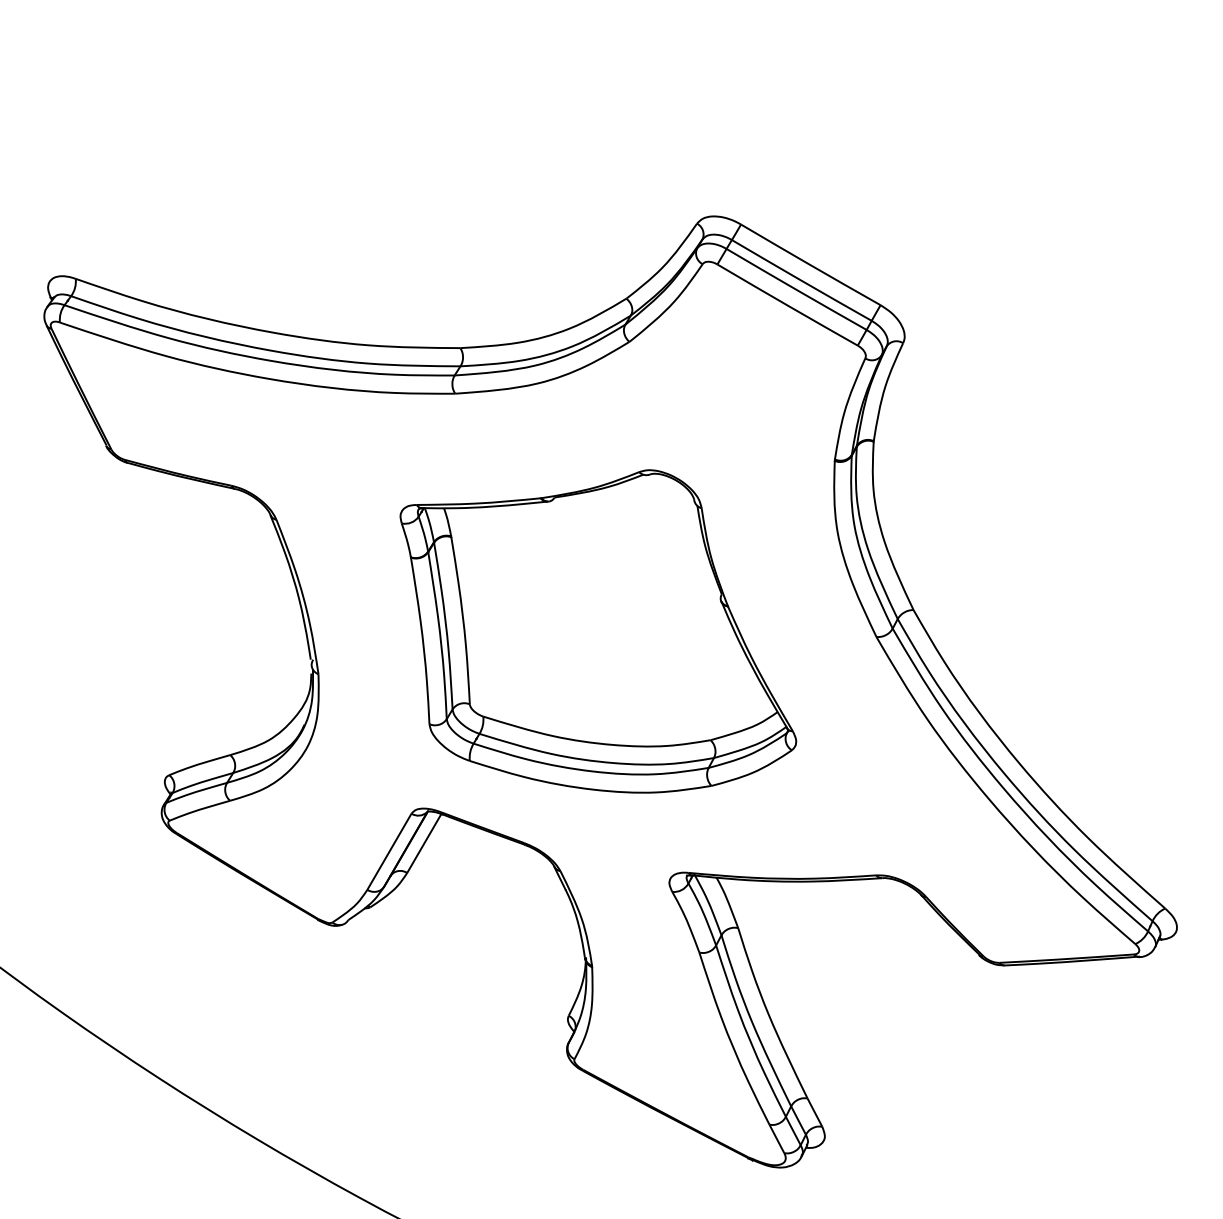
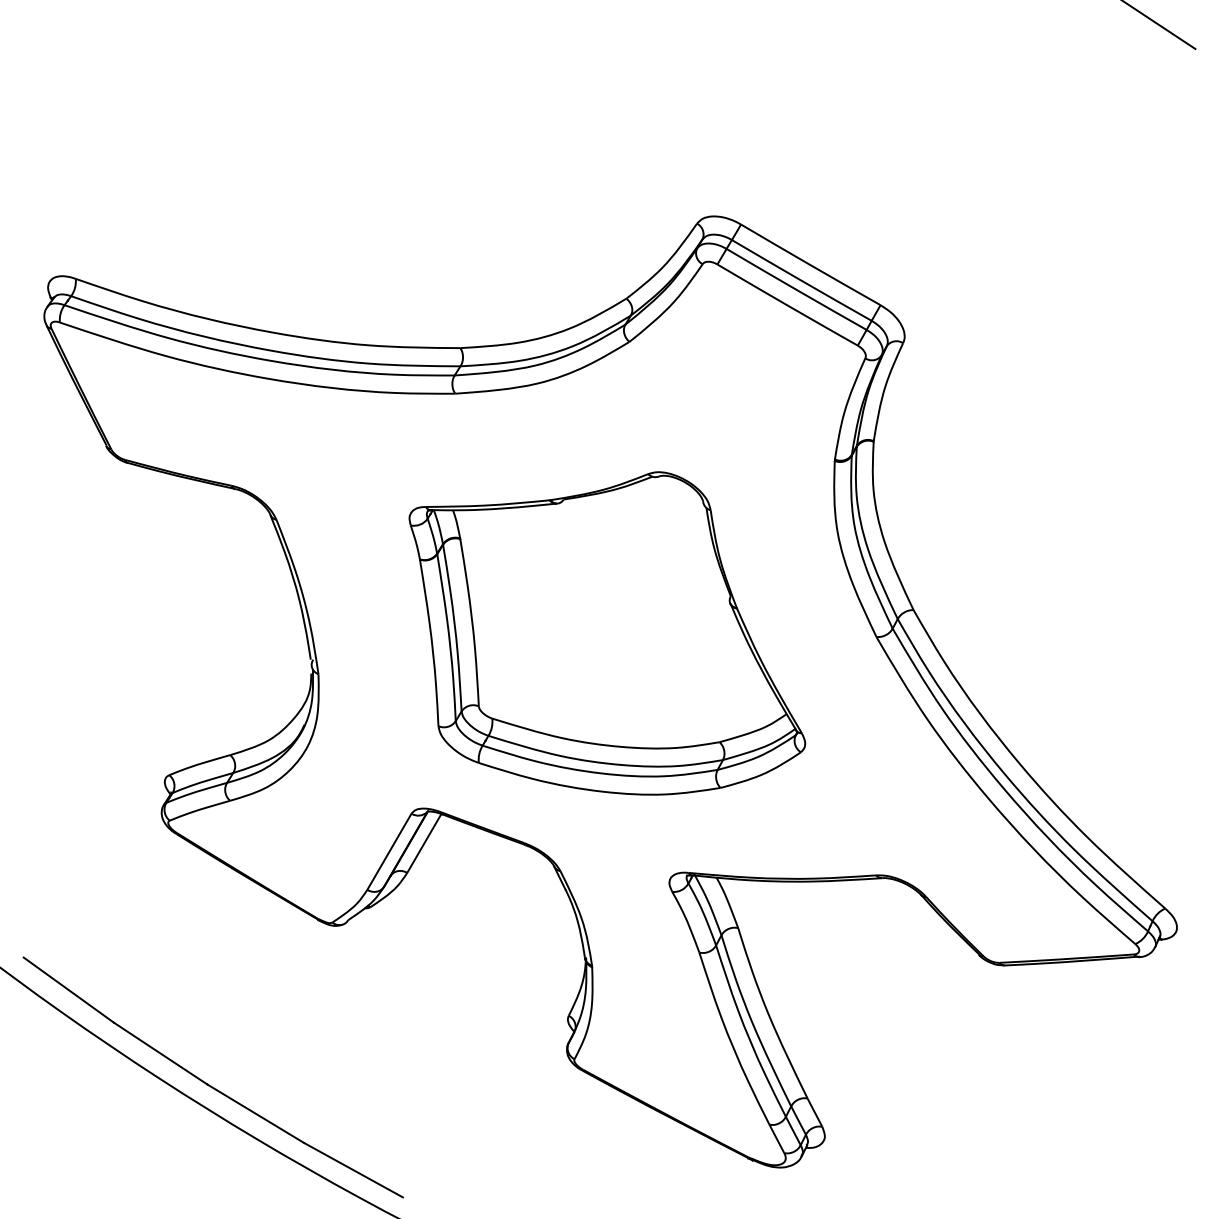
line at (1159, 25): none -> present
part at (598, 631) position: (598, 631) -> (607, 633)
part at (208, 1083): none -> present
